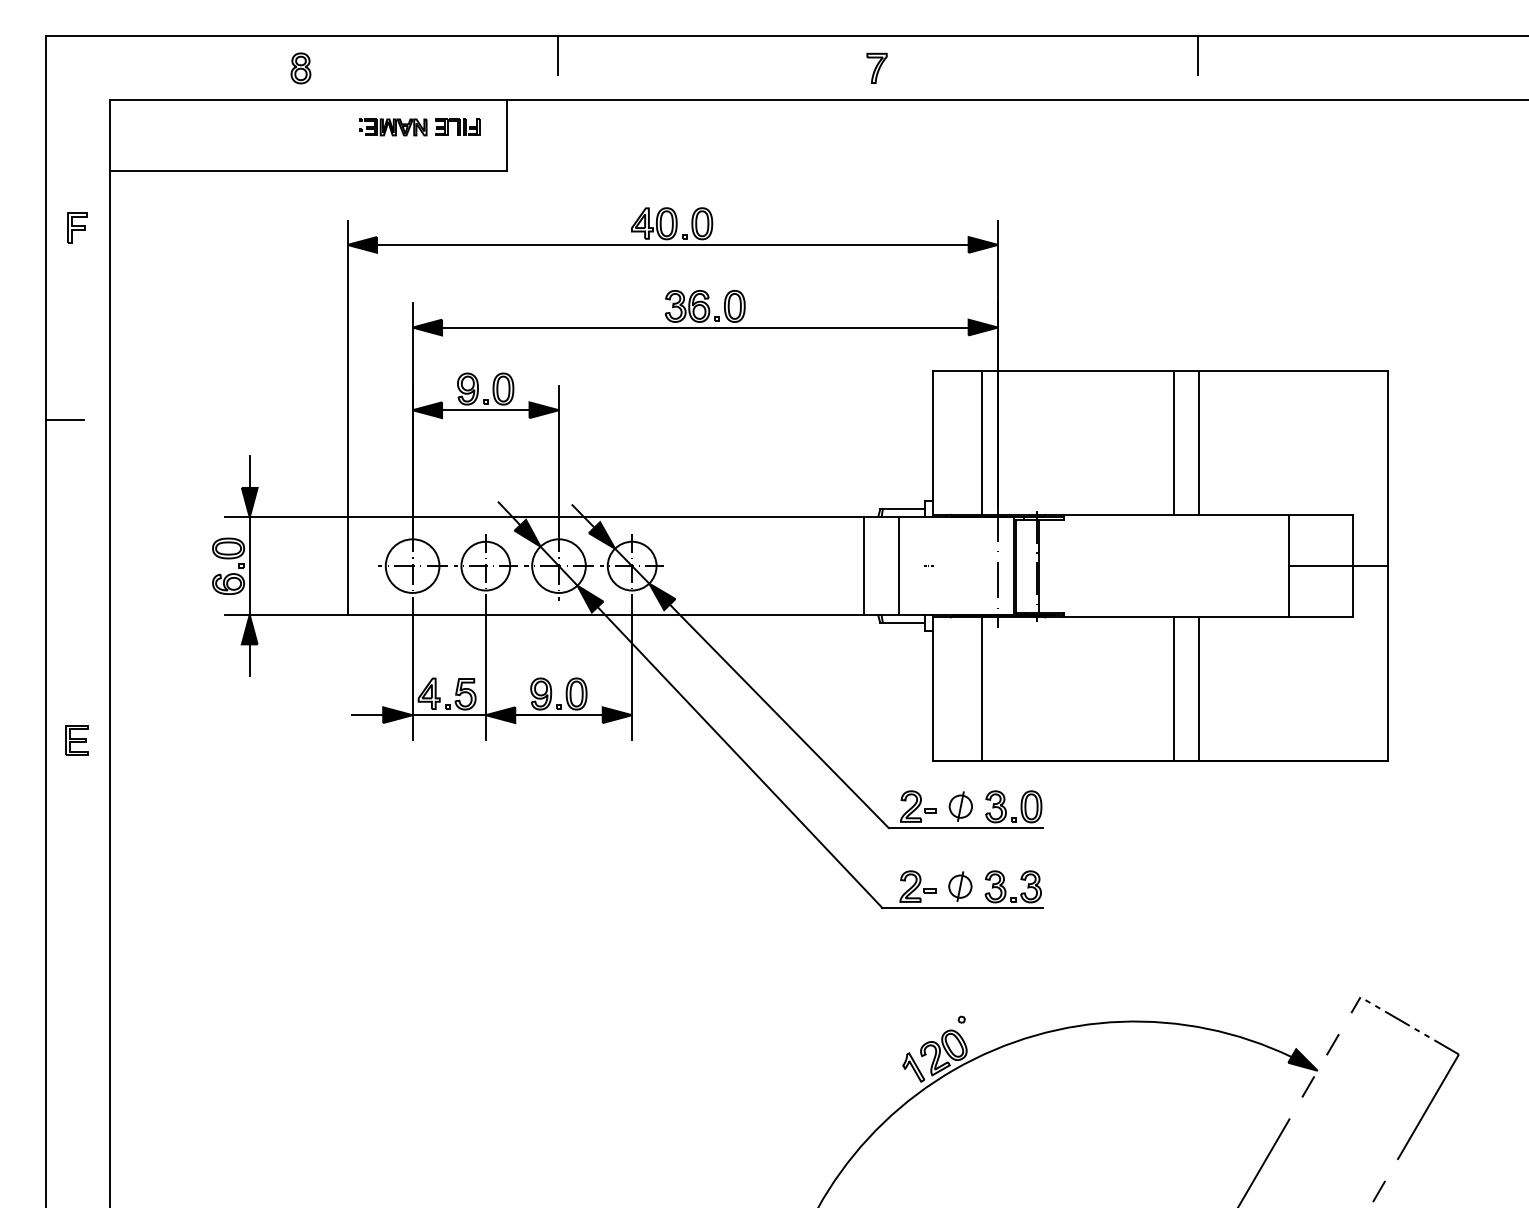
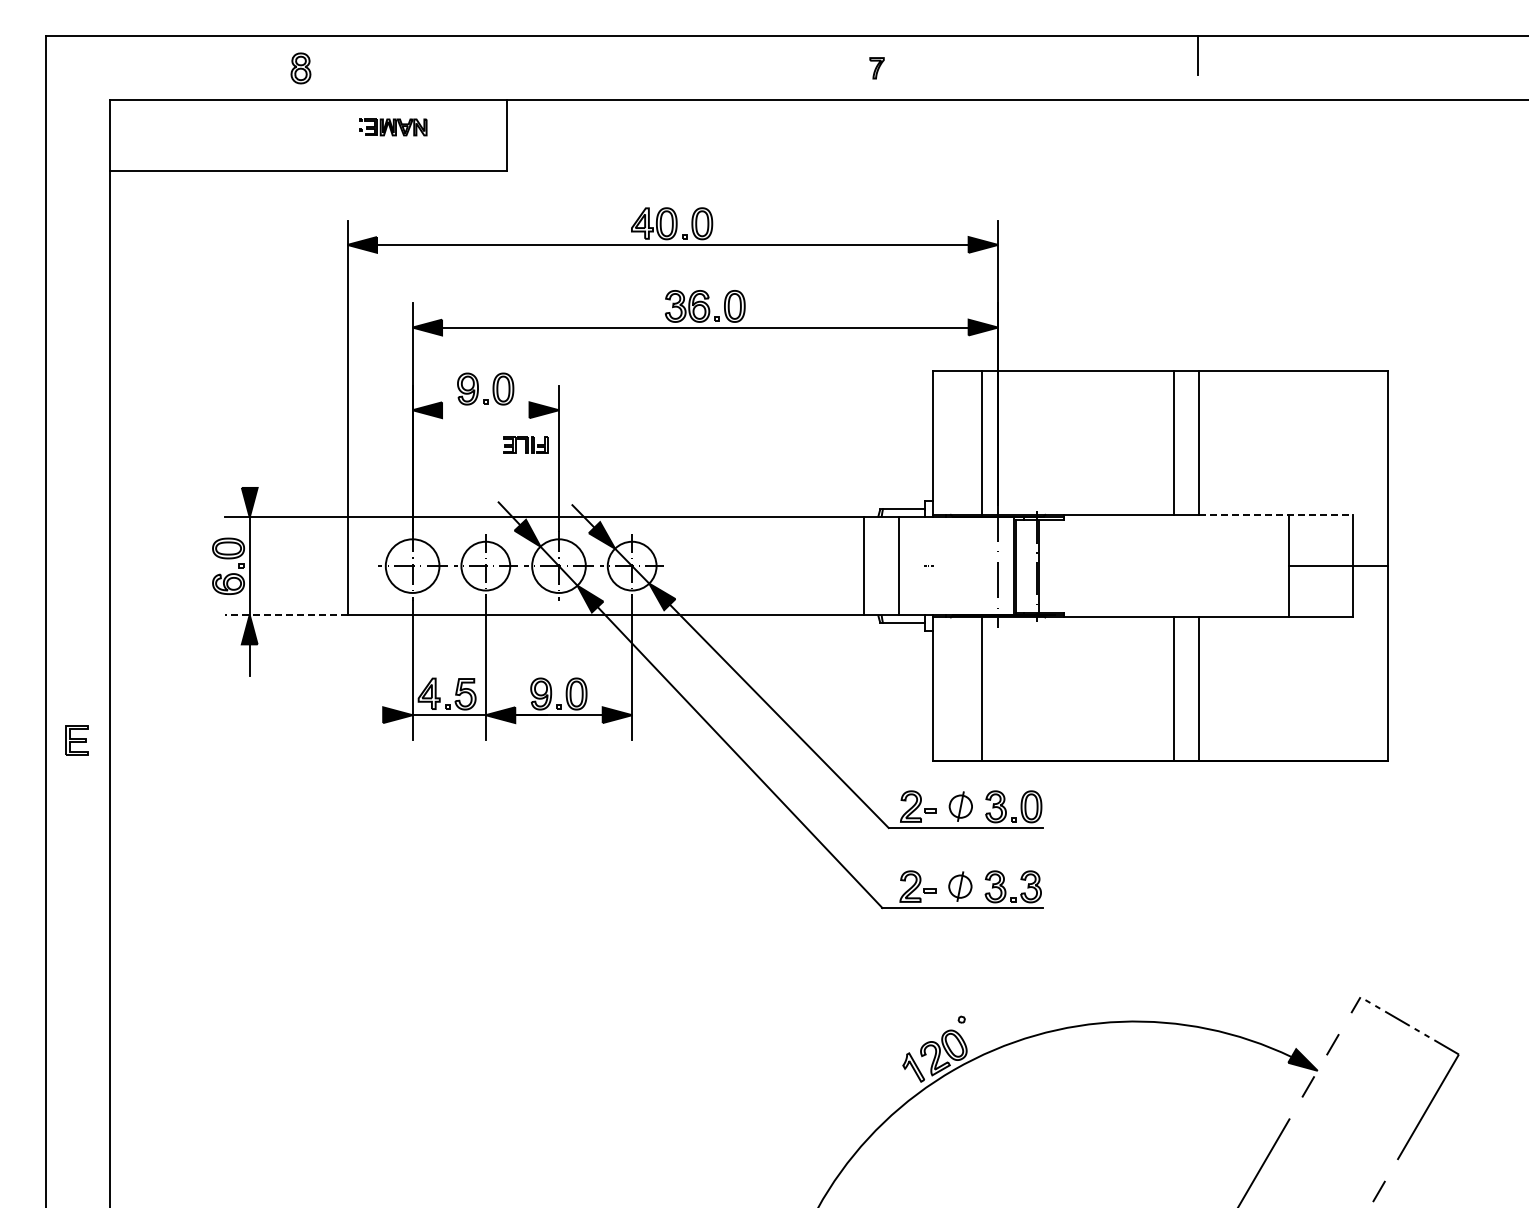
line at (558, 55): present -> none
part at (876, 67) size: 22x32 px -> 16x23 px
part at (457, 126) position: (457, 126) -> (525, 444)
part at (77, 227): present -> none
line at (485, 410): present -> none
line at (64, 420): present -> none
line at (249, 471): present -> none
line at (1276, 514): solid -> dashed
line at (285, 614): solid -> dashed
line at (367, 715): present -> none
